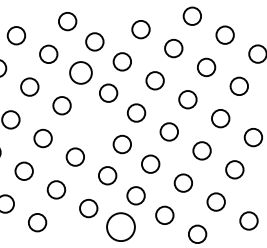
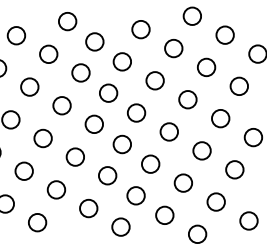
circle at (80, 72) size: 24x24 px -> 20x20 px
circle at (93, 123): none -> present
circle at (120, 227) diameter: 28 px -> 17 px
